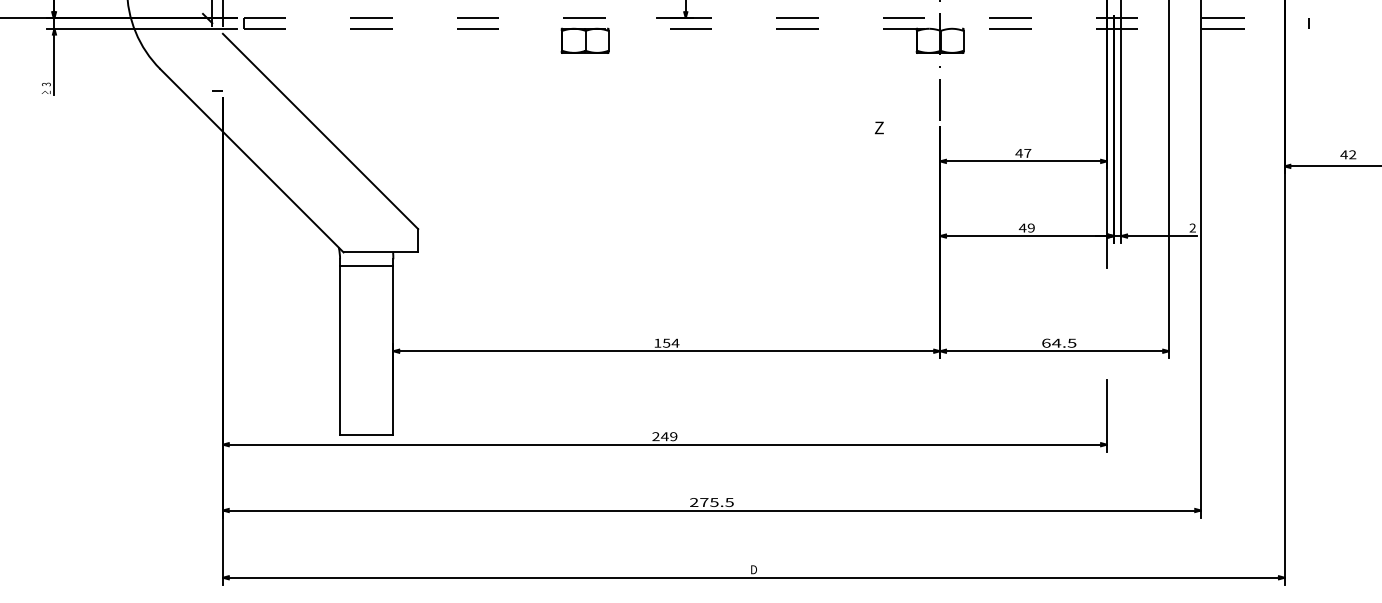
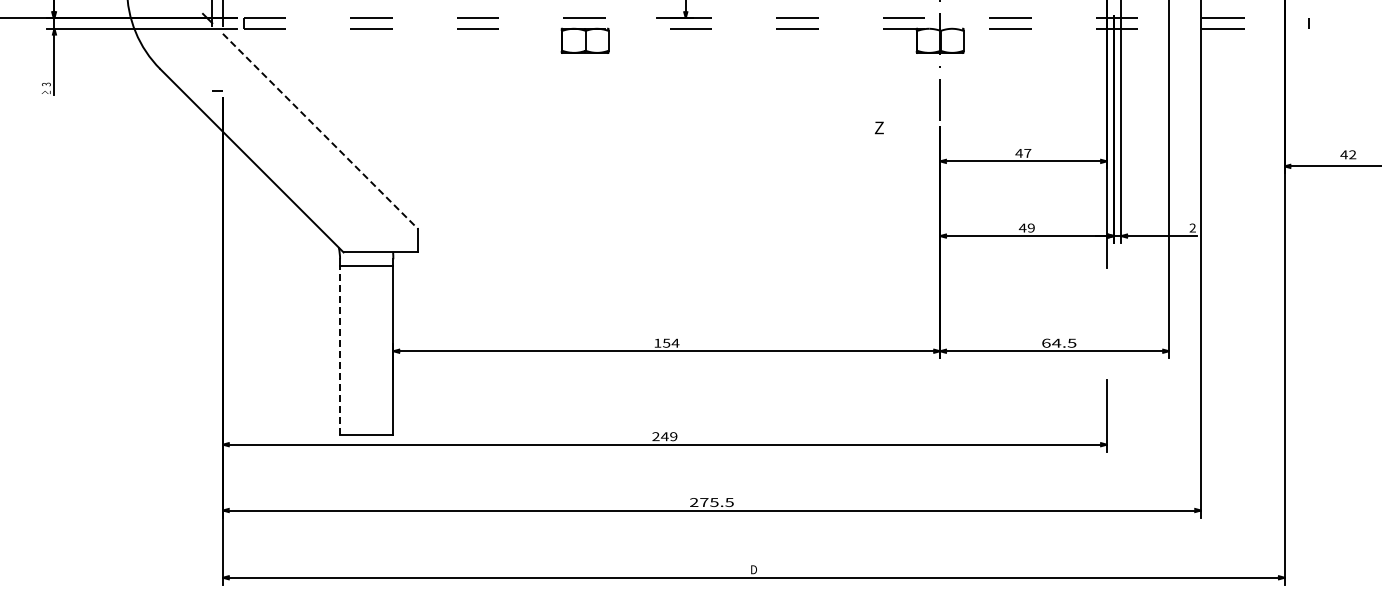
line at (320, 131): solid -> dashed
line at (340, 350): solid -> dashed
